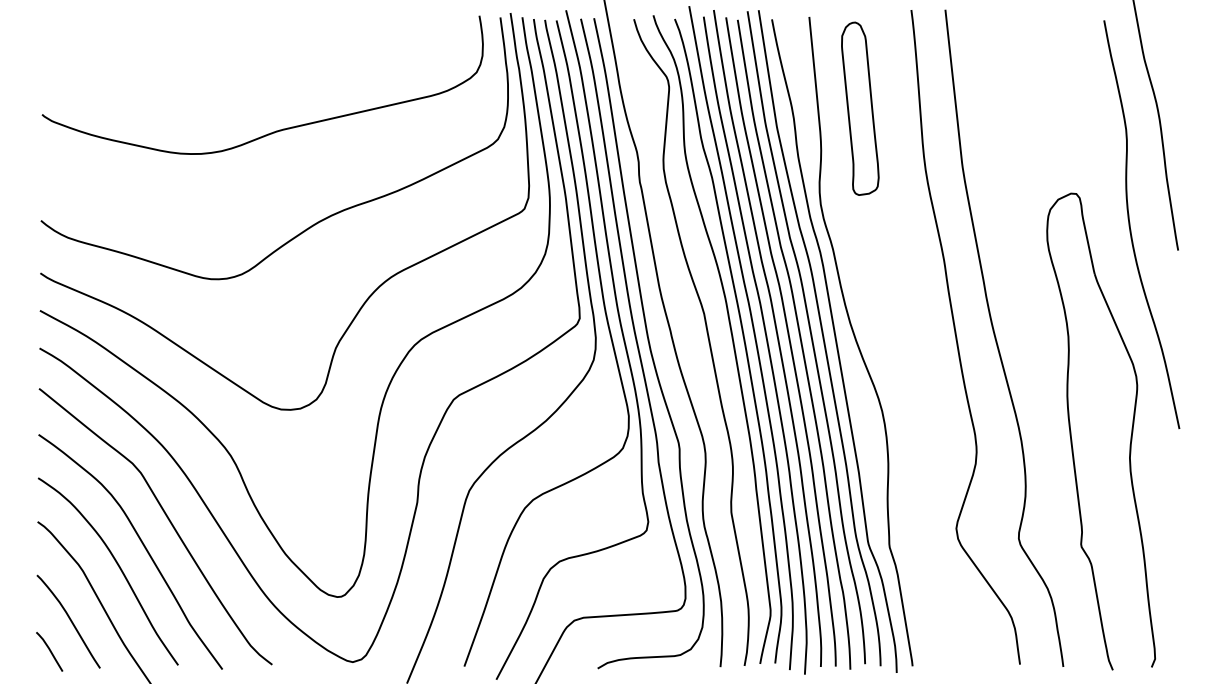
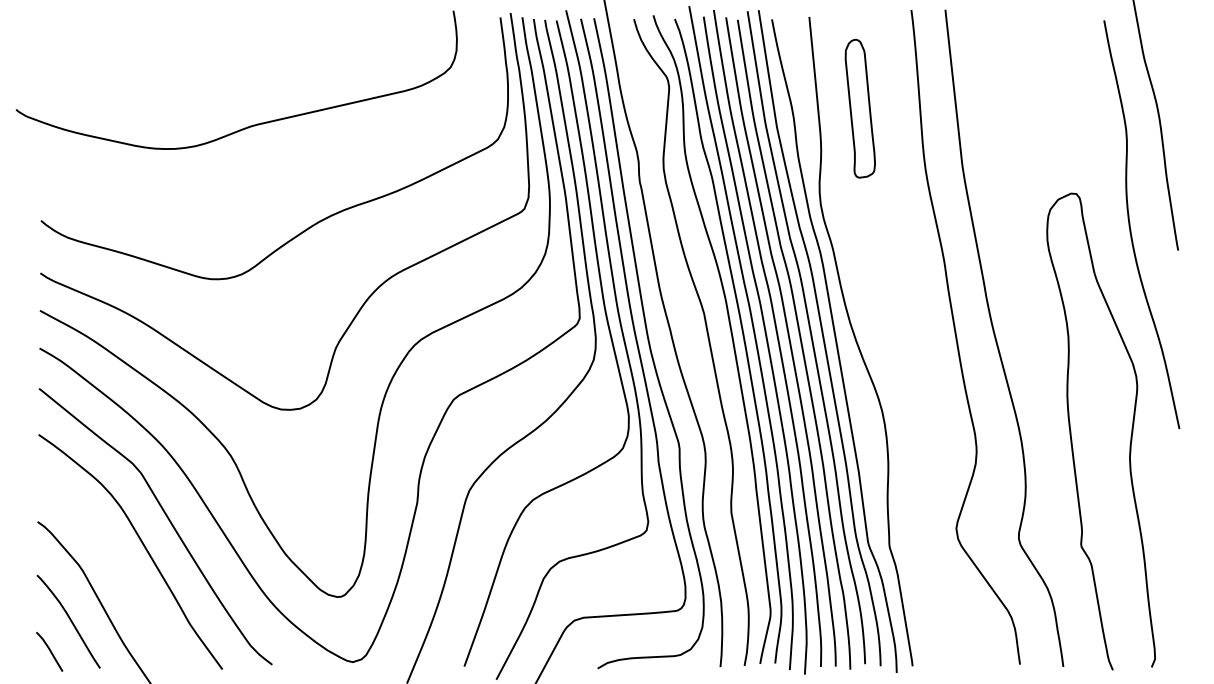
part at (860, 108) size: 39x175 px -> 32x141 px
curve at (276, 130) position: (276, 130) -> (250, 125)
curve at (117, 565): present -> none
